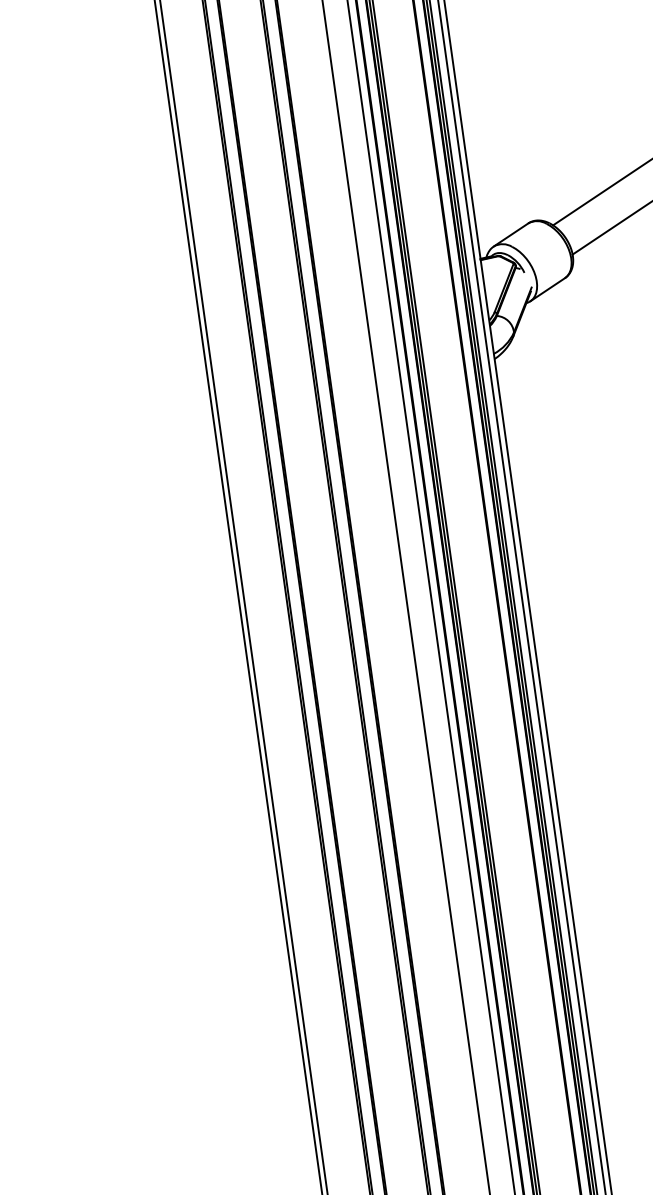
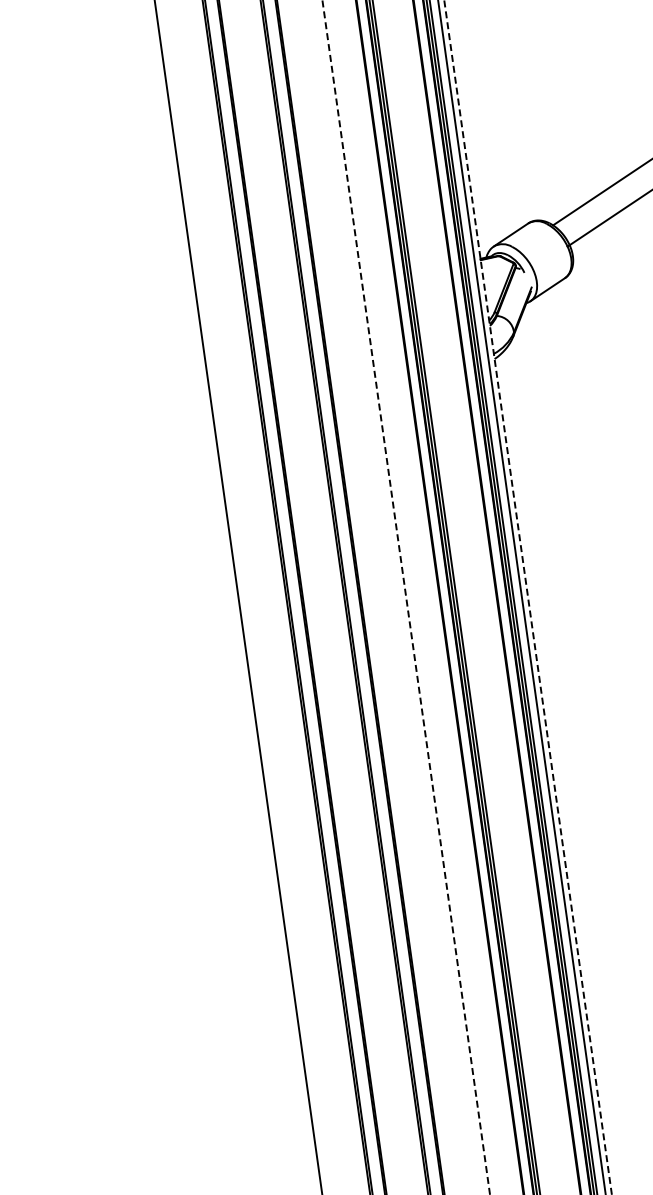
line at (610, 228) position: (610, 228) -> (608, 218)
line at (243, 596): present -> none
line at (430, 596): present -> none
line at (406, 597): solid -> dashed
line at (528, 597): solid -> dashed
